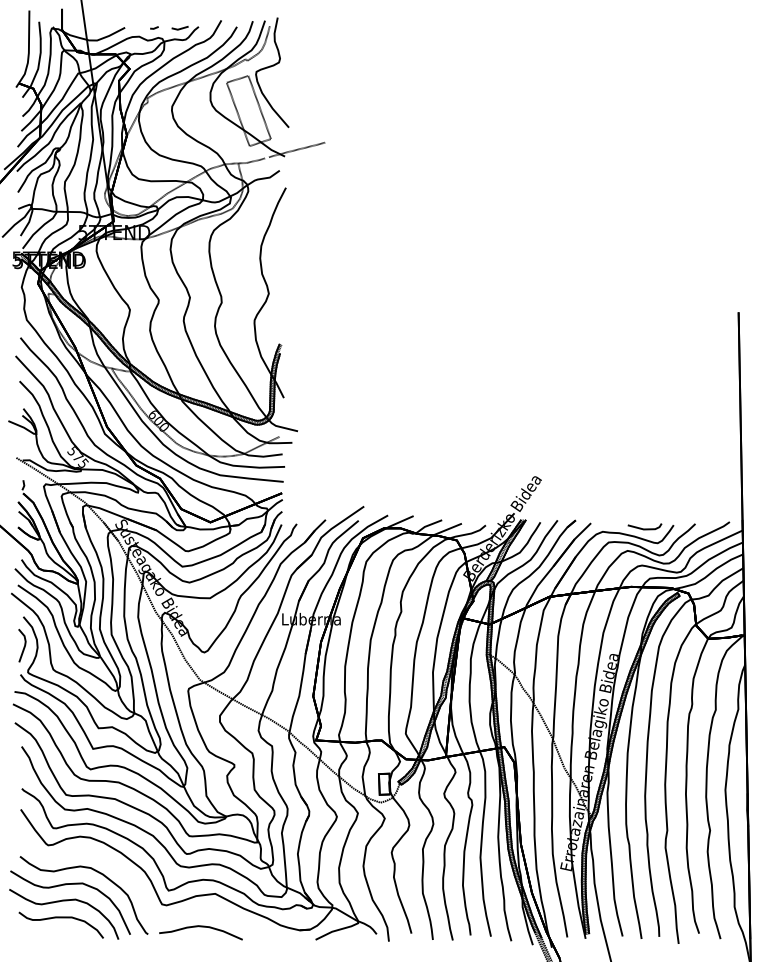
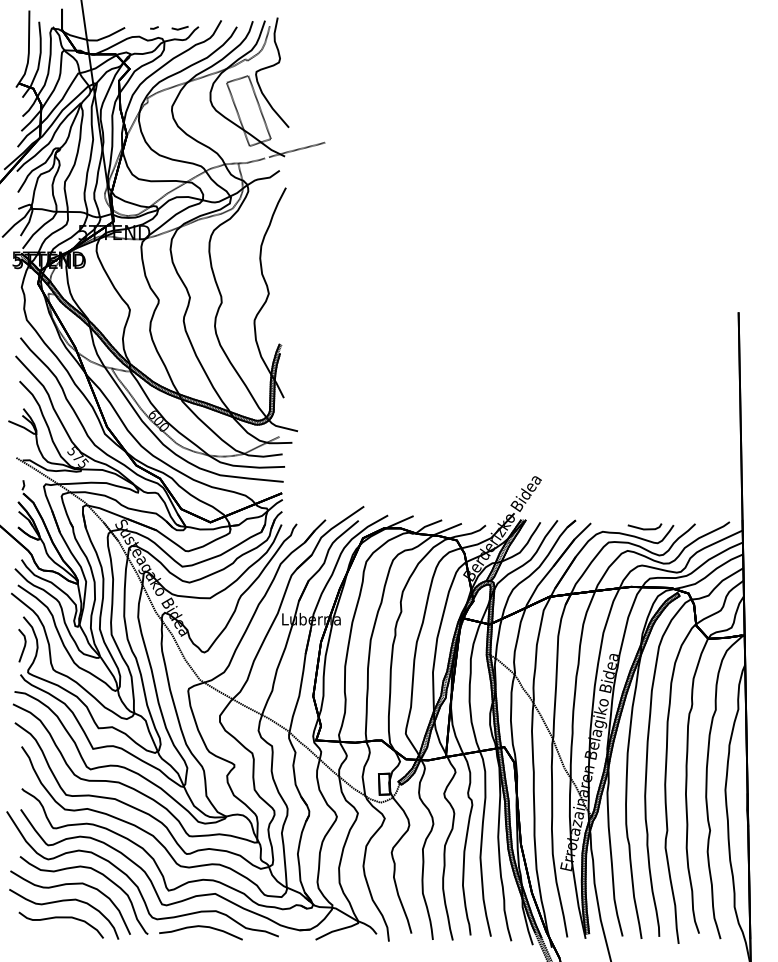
part at (134, 882): none -> present
